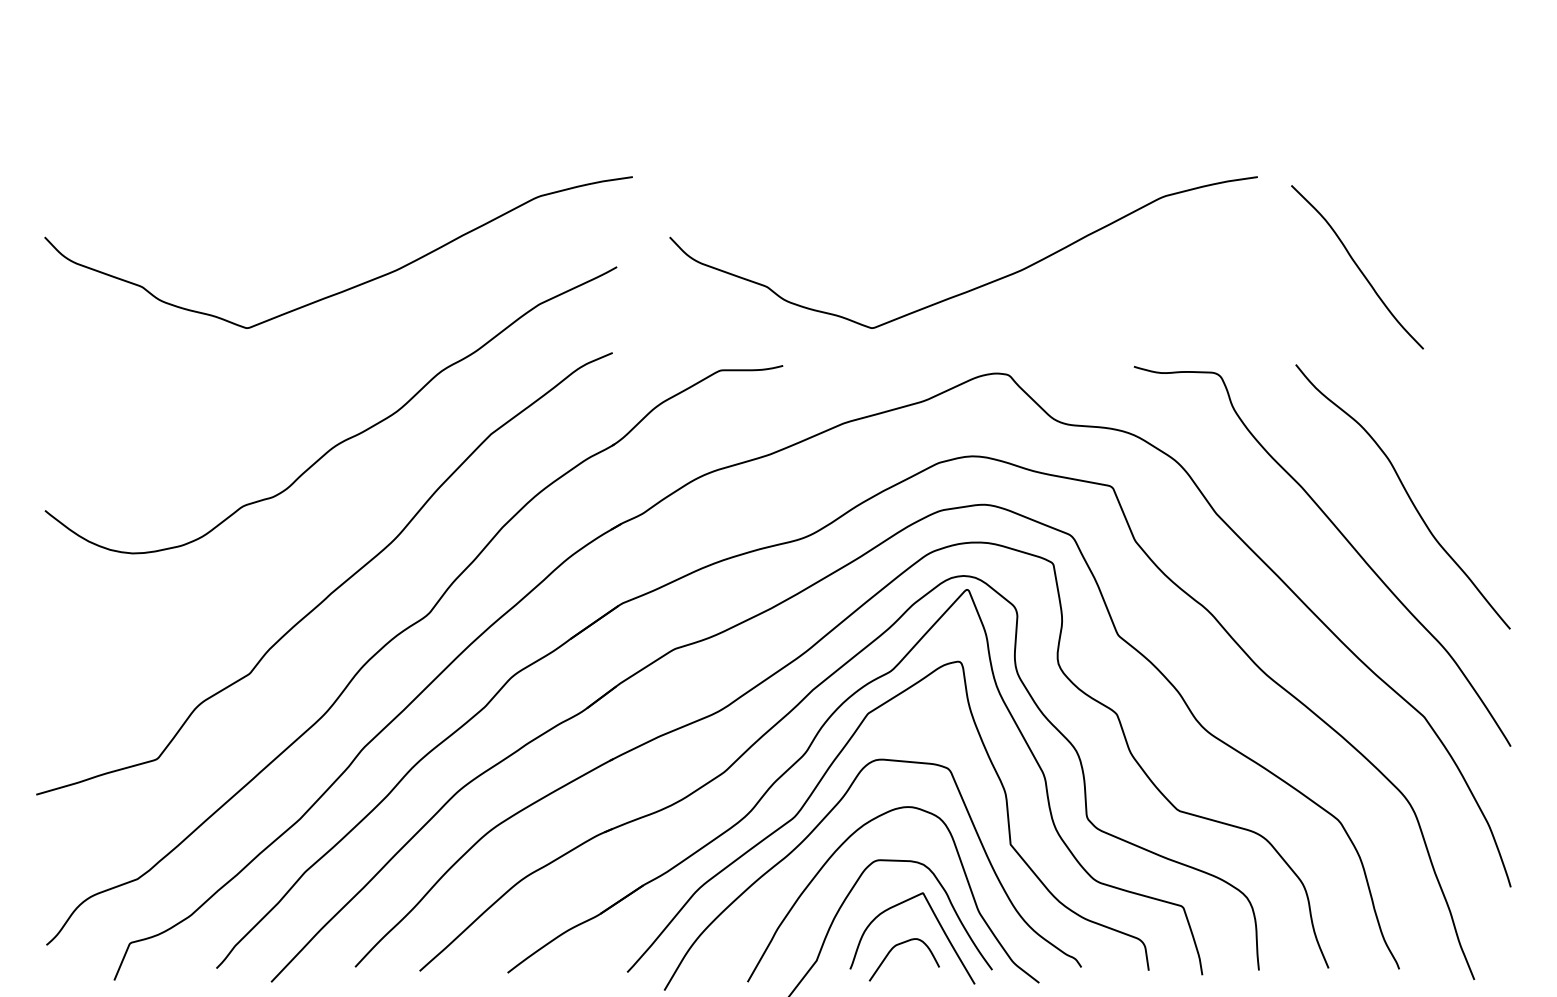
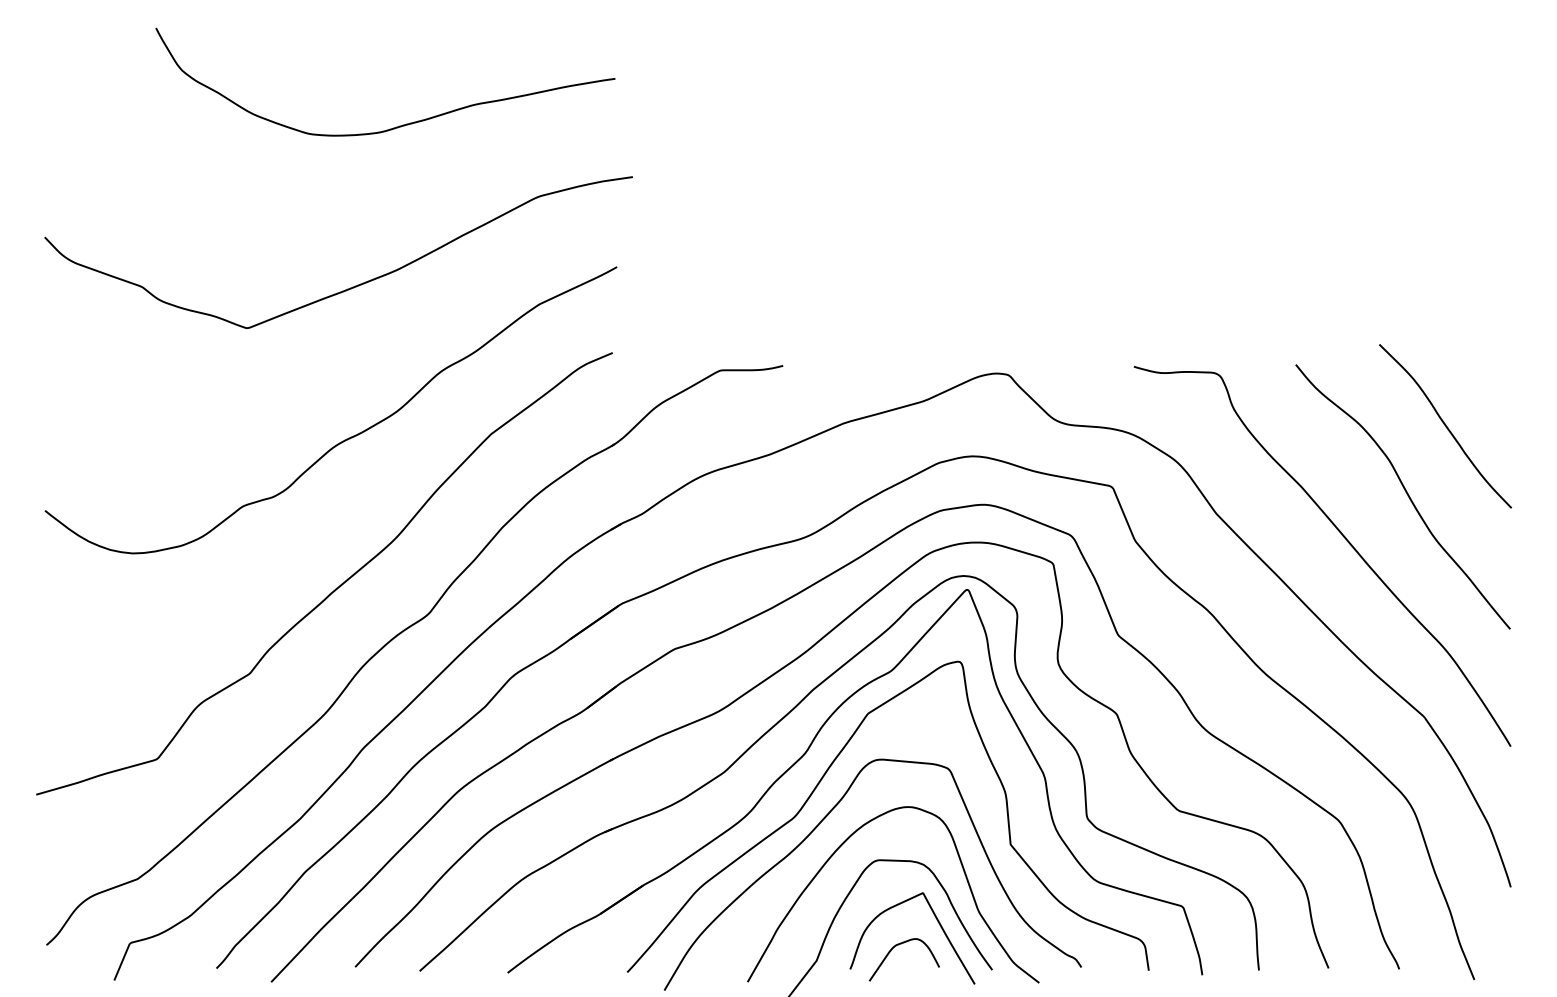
curve at (399, 125): none -> present
curve at (1357, 267) position: (1357, 267) -> (1445, 426)
curve at (977, 286): present -> none
